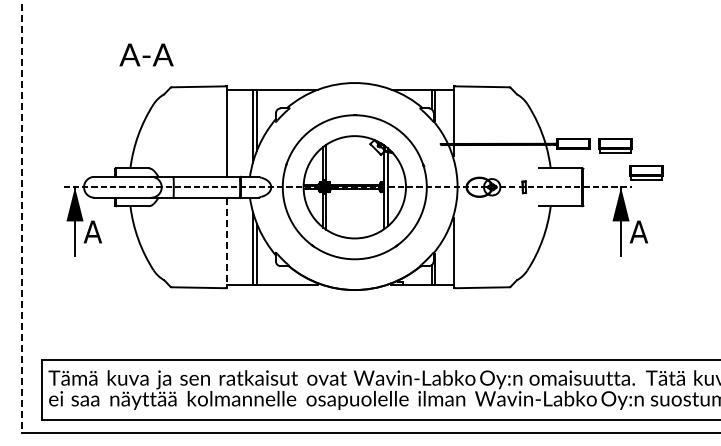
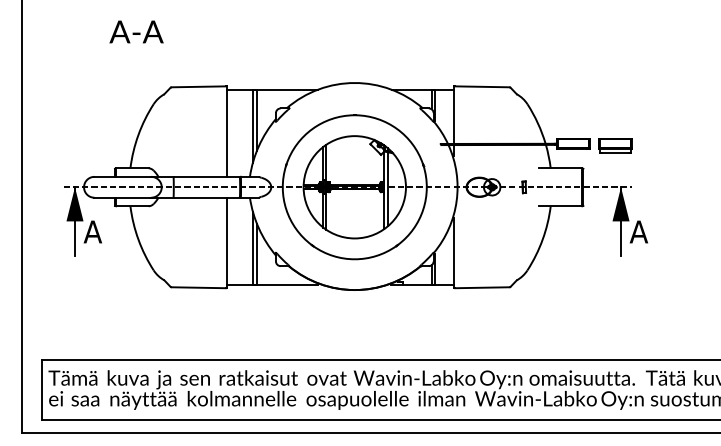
text at (146, 54) position: (146, 54) -> (136, 31)
part at (646, 172): present -> none
line at (21, 216): dashed -> solid
line at (226, 243): dashed -> solid
